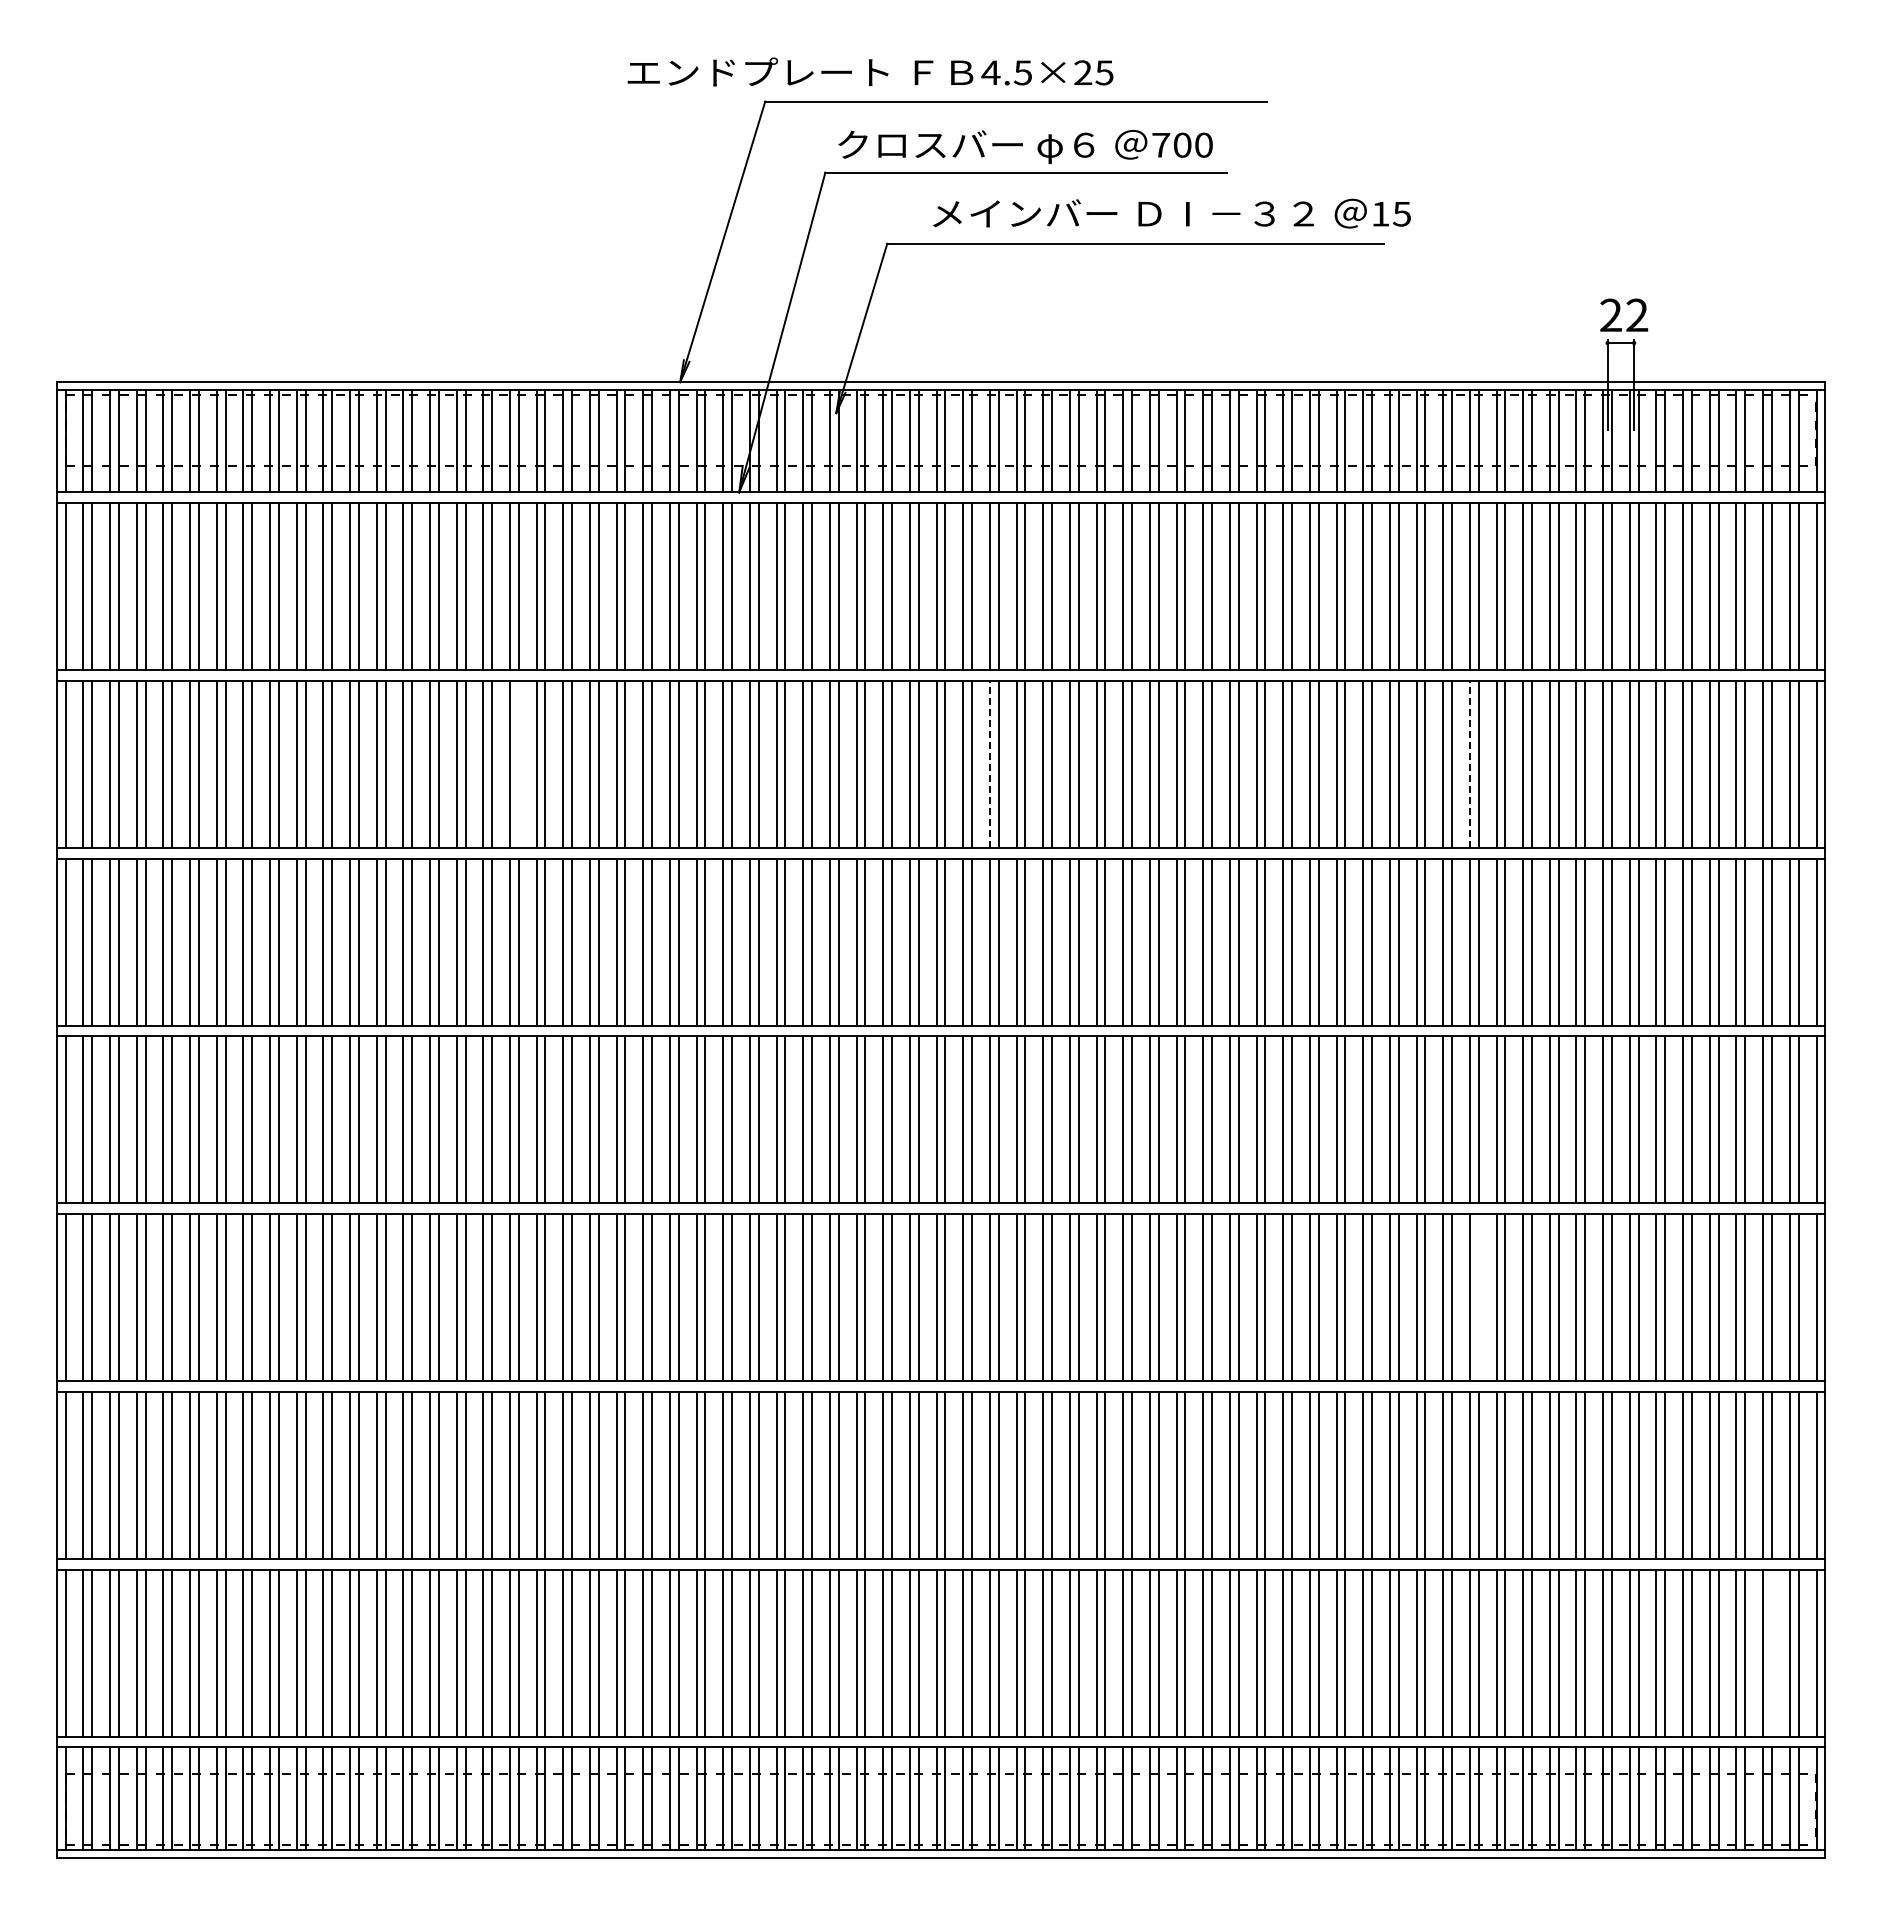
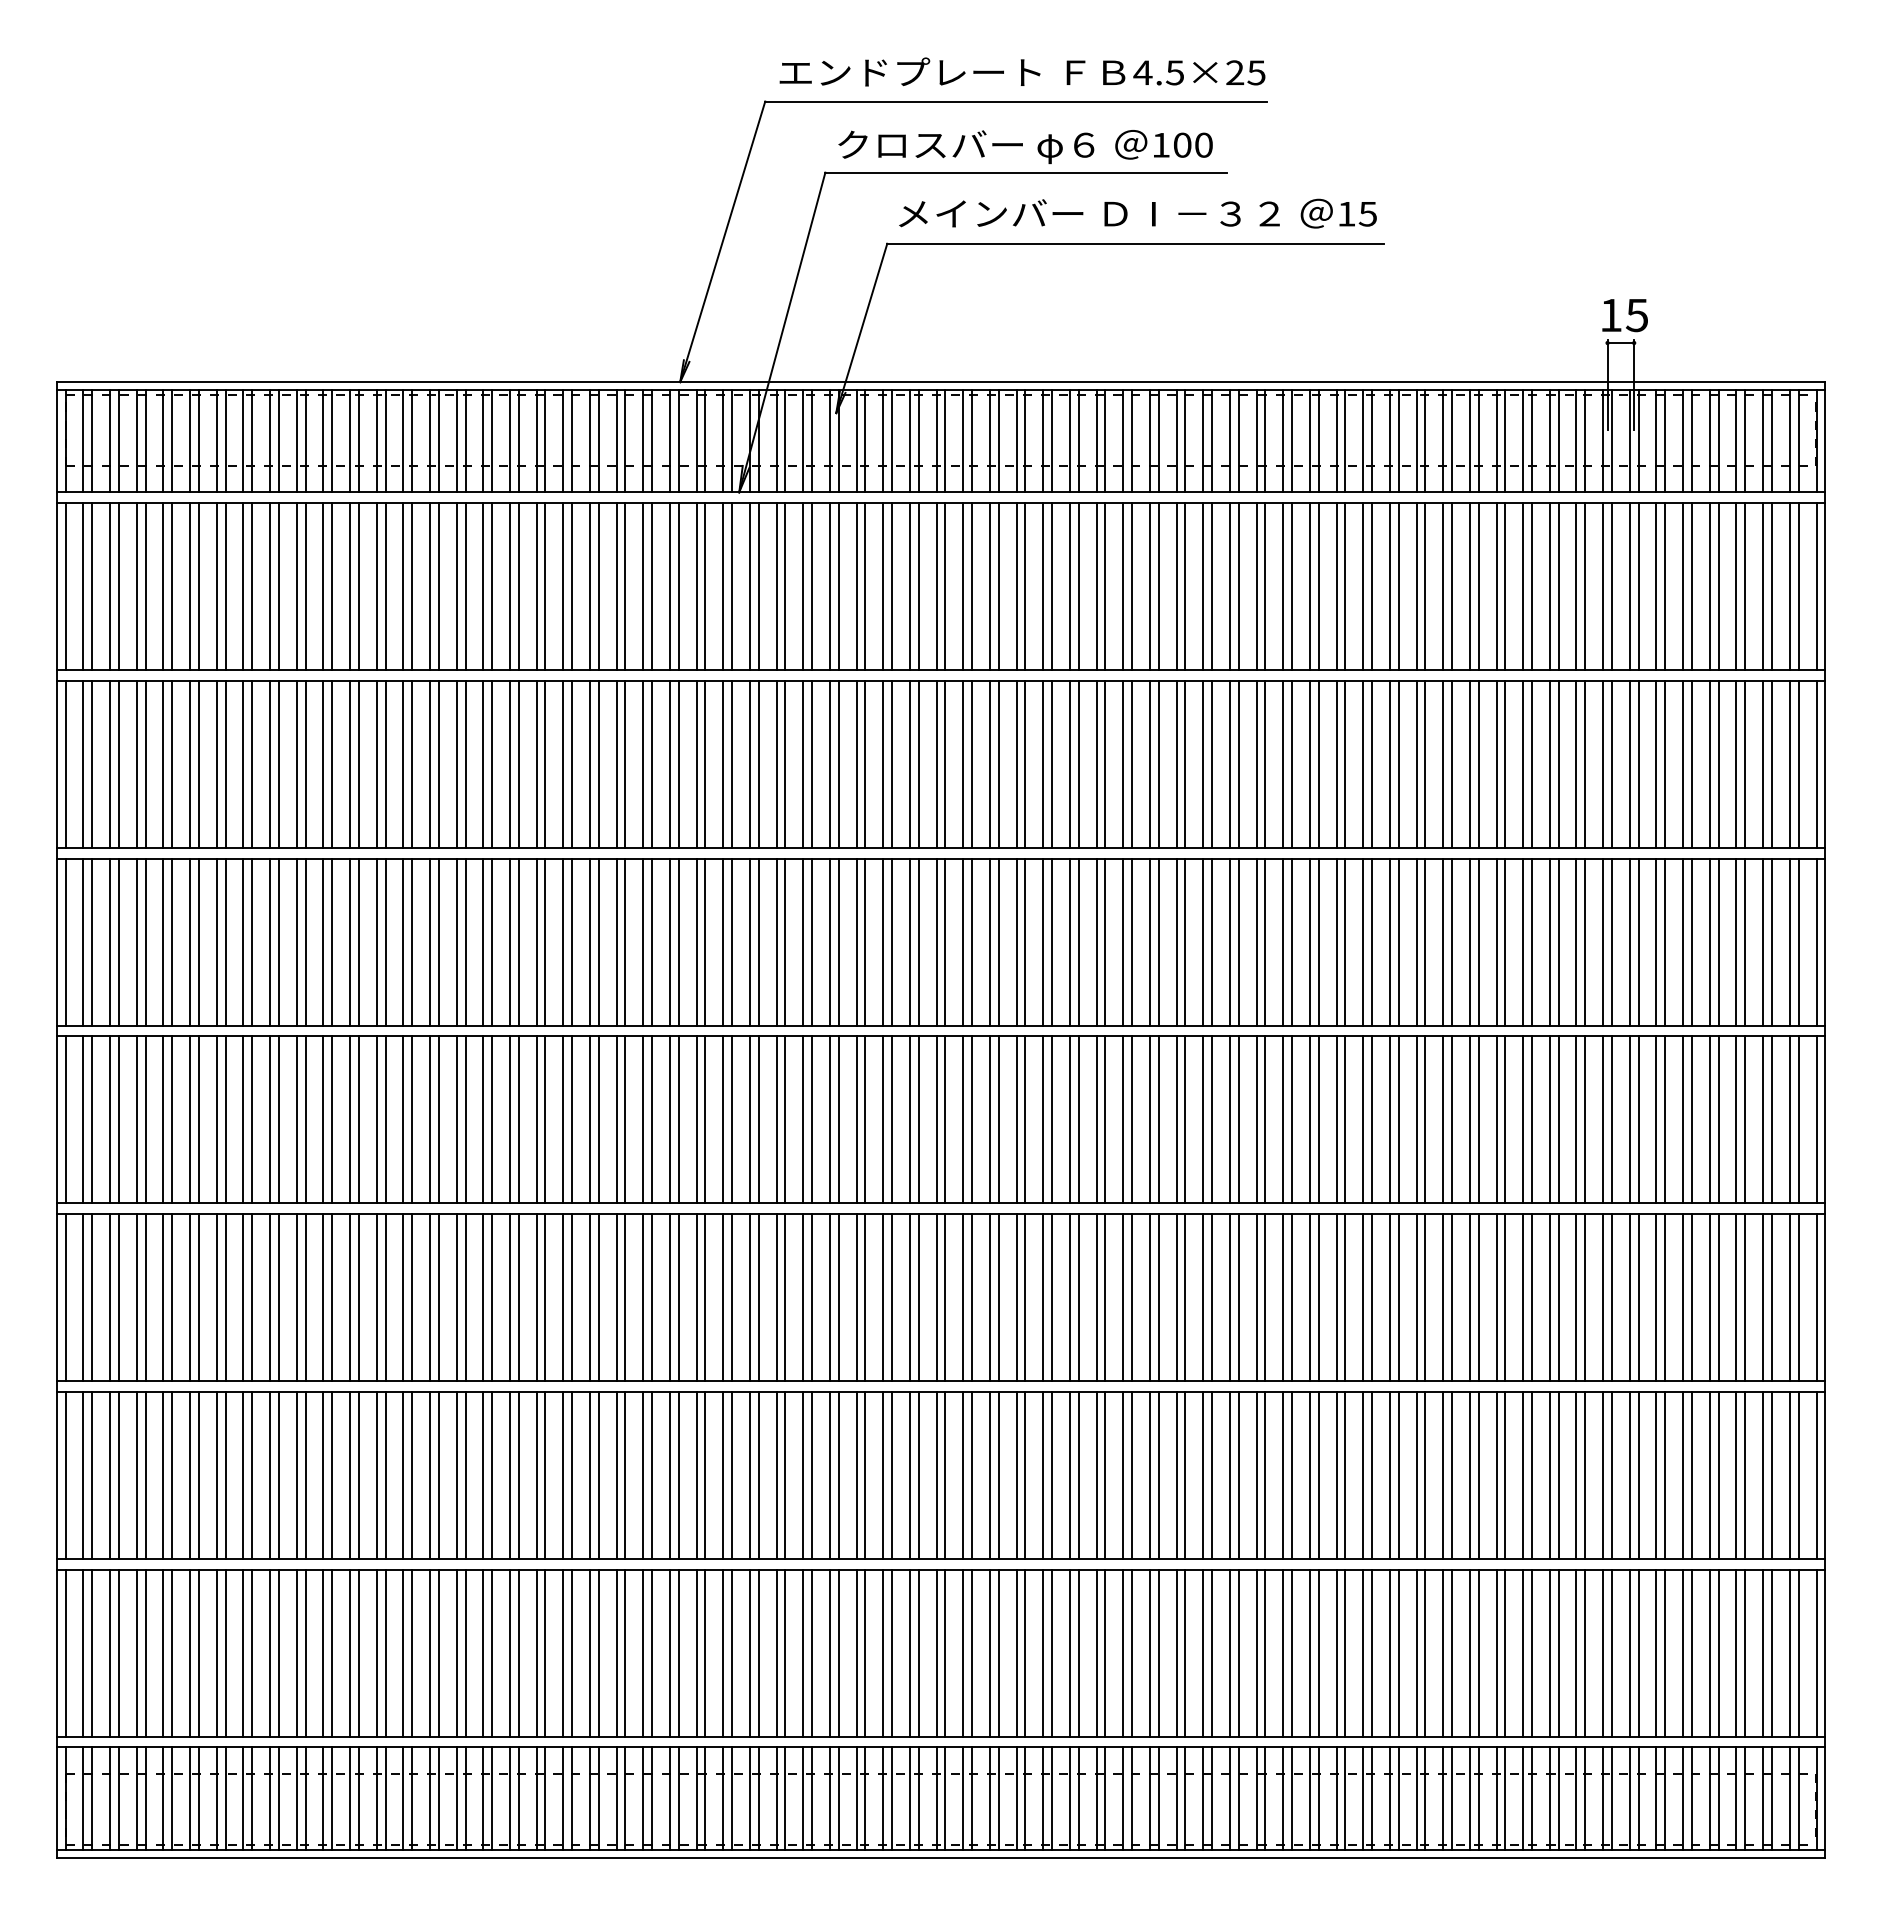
text at (870, 71) position: (870, 71) -> (1022, 71)
text at (1161, 145): 700 -> 100
text at (1171, 213) position: (1171, 213) -> (1137, 213)
text at (1624, 315): 22 -> 15
line at (518, 763): none -> present
line at (989, 764): dashed -> solid
line at (1469, 764): dashed -> solid
line at (1478, 1297): none -> present
line at (1772, 1652): none -> present
